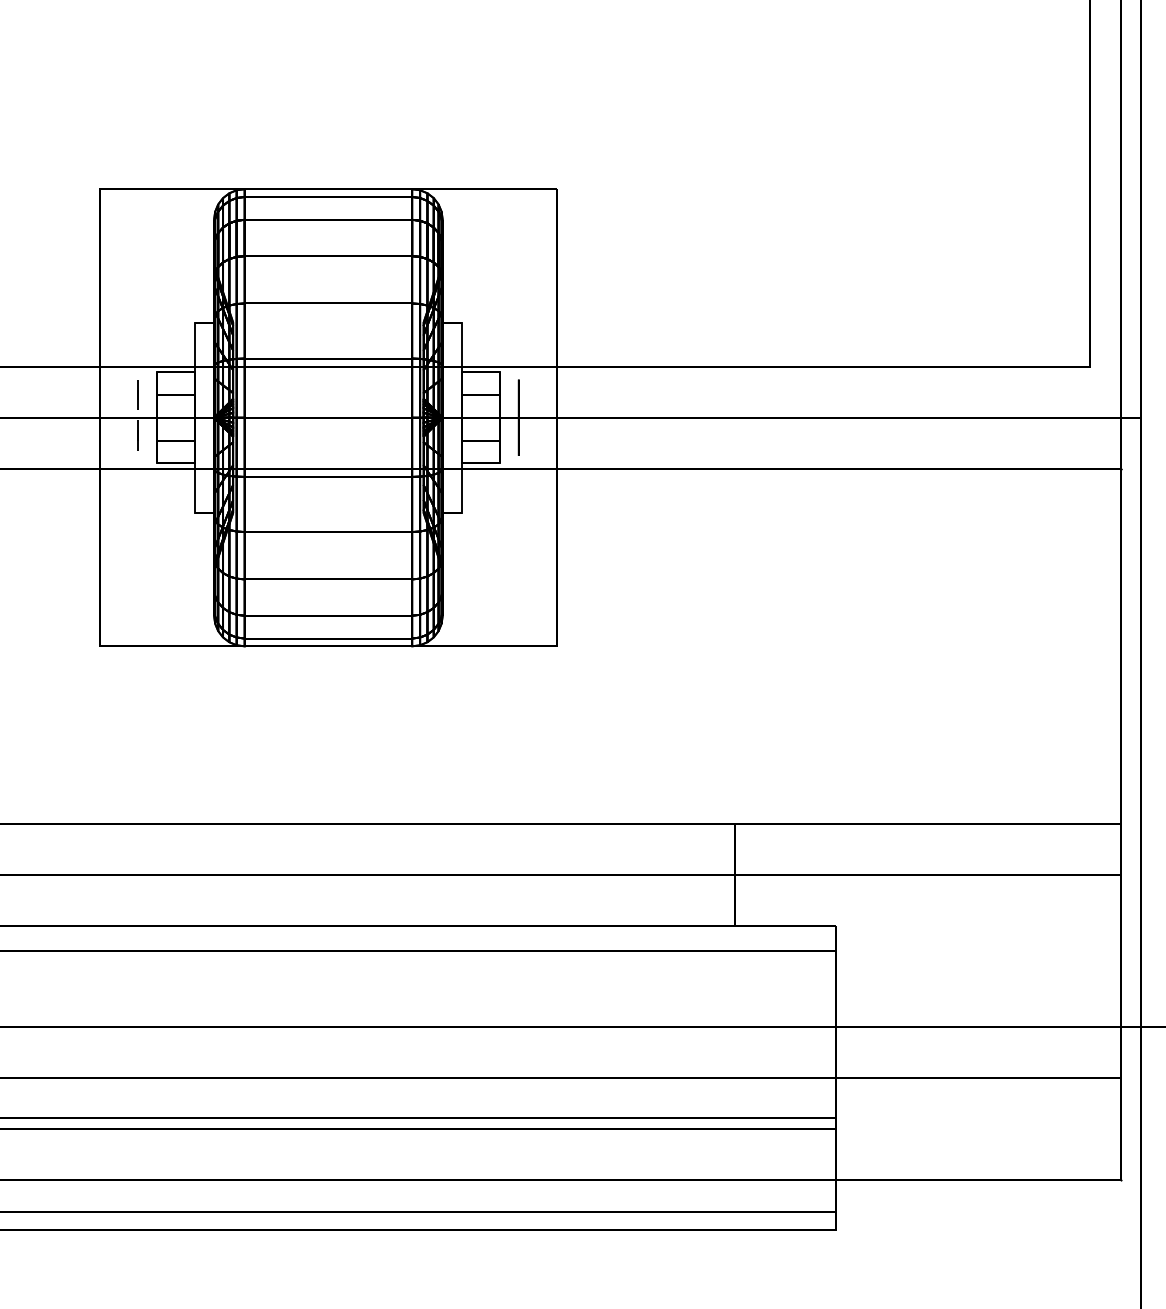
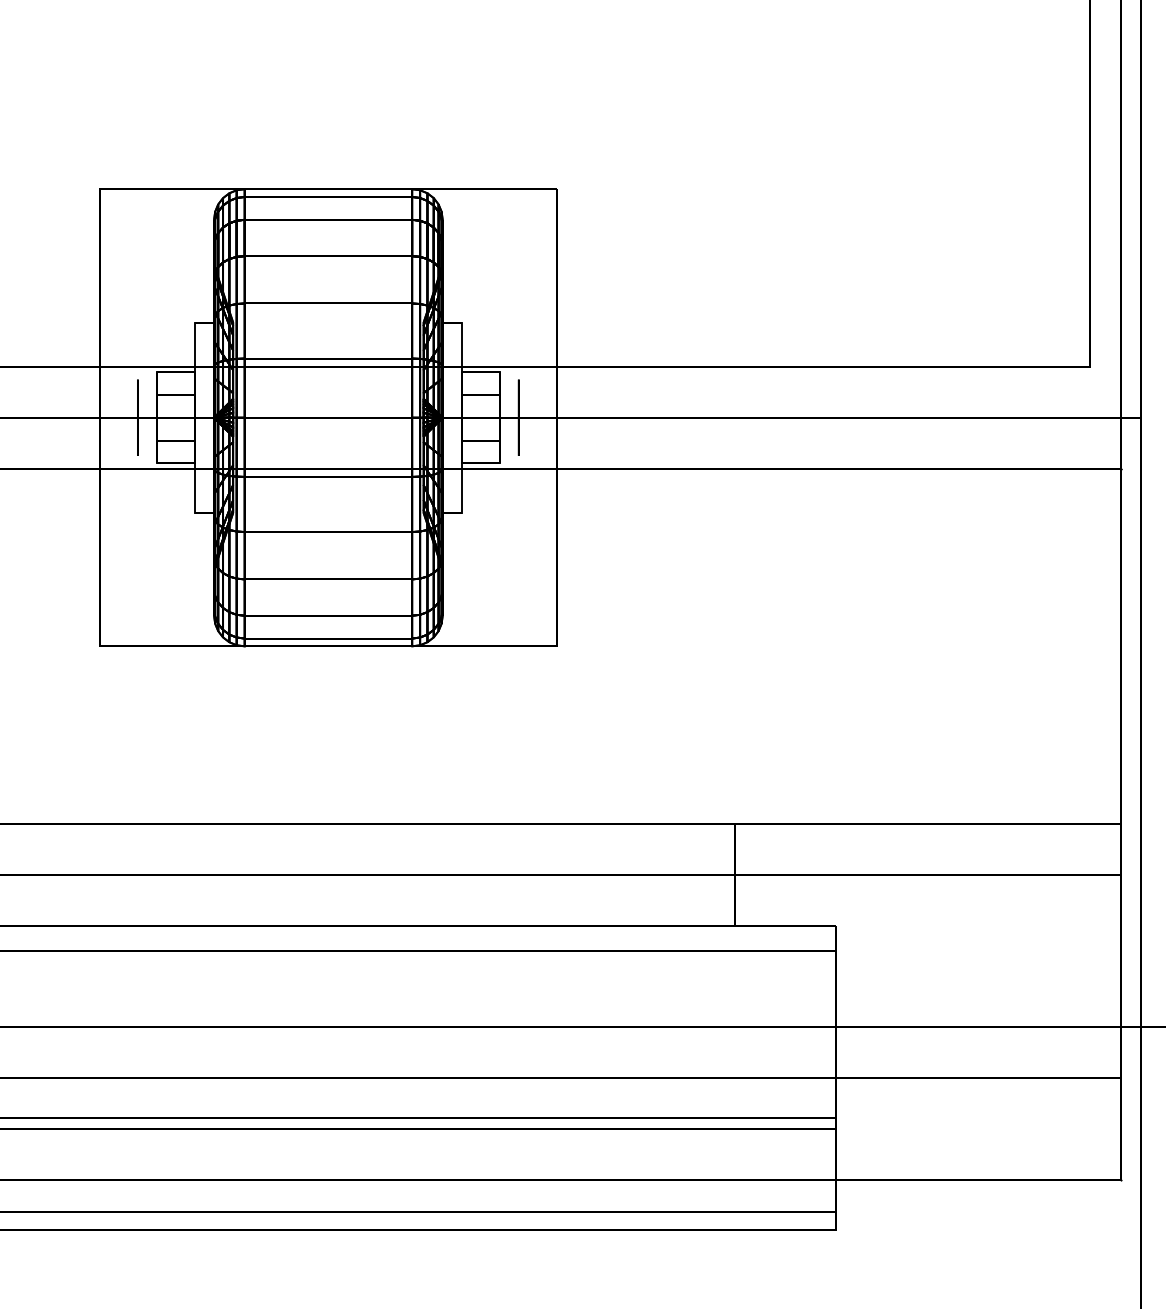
circle at (137, 417): dashed -> solid
